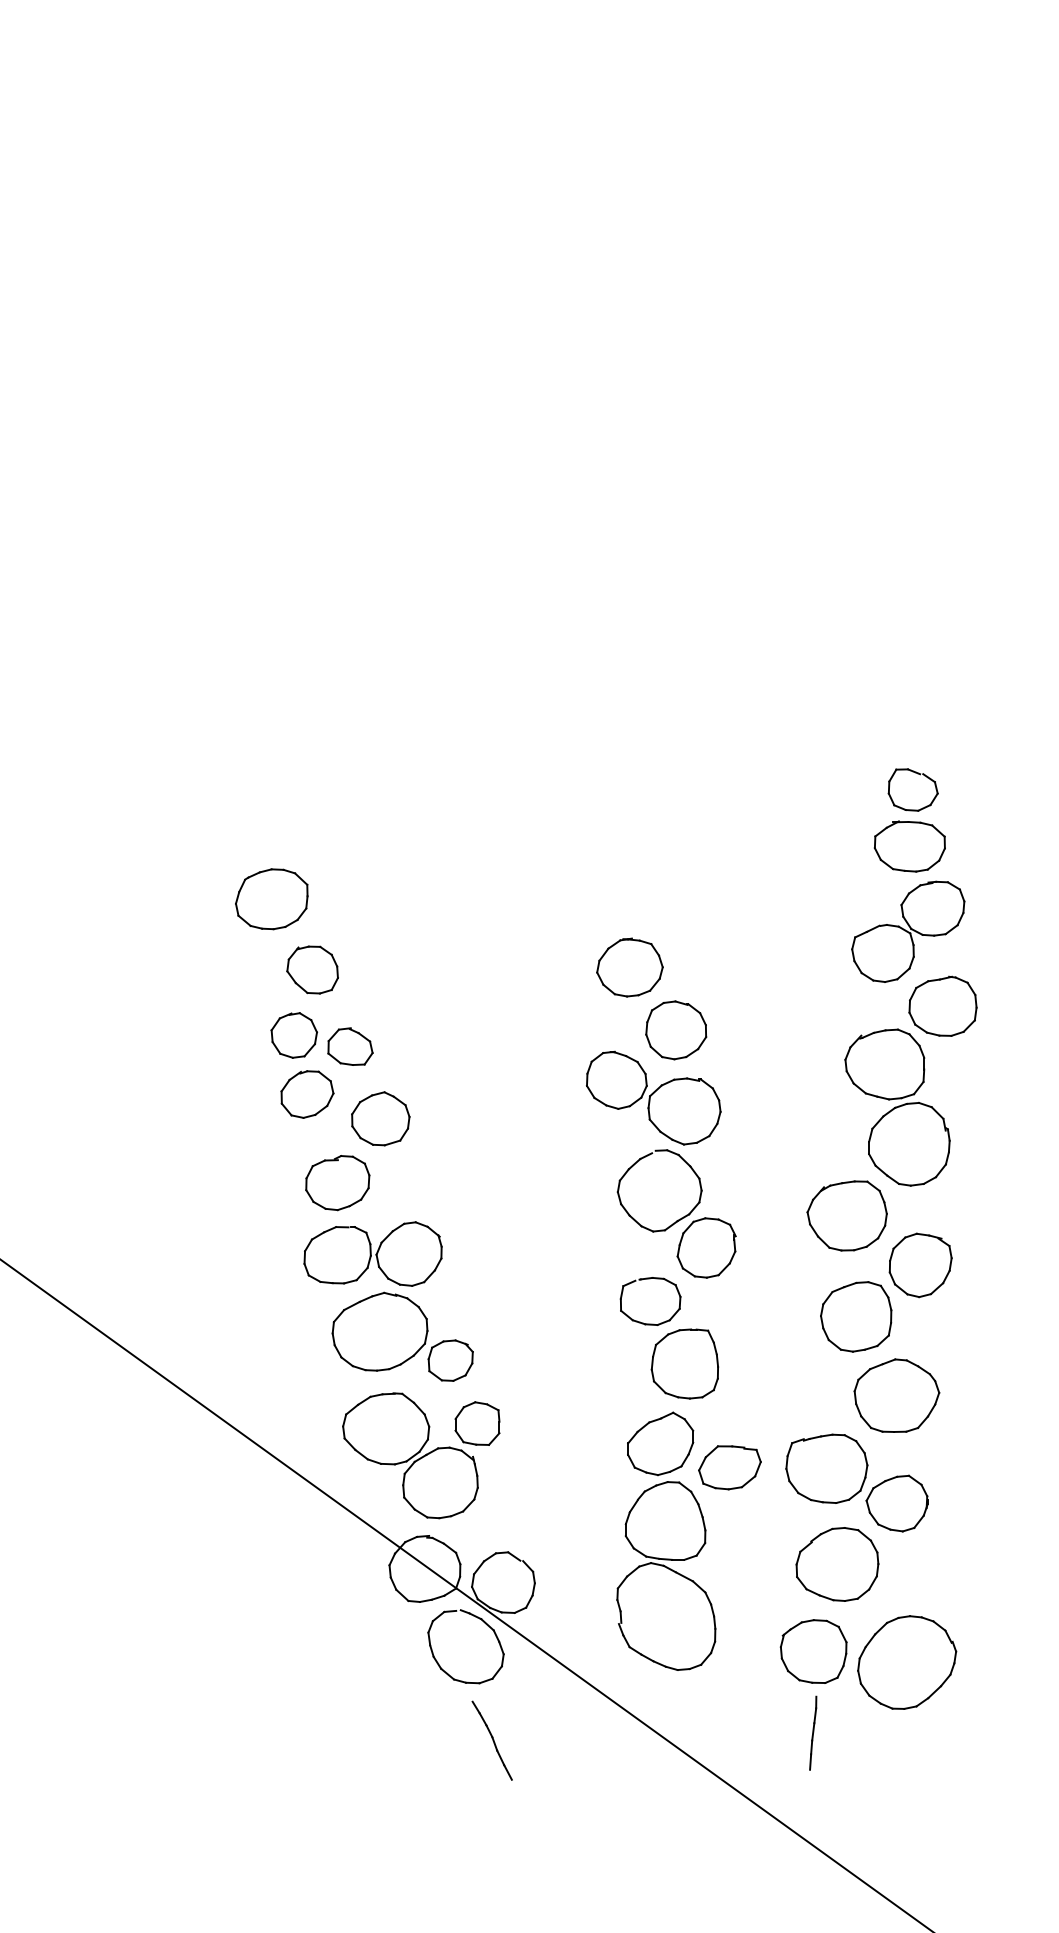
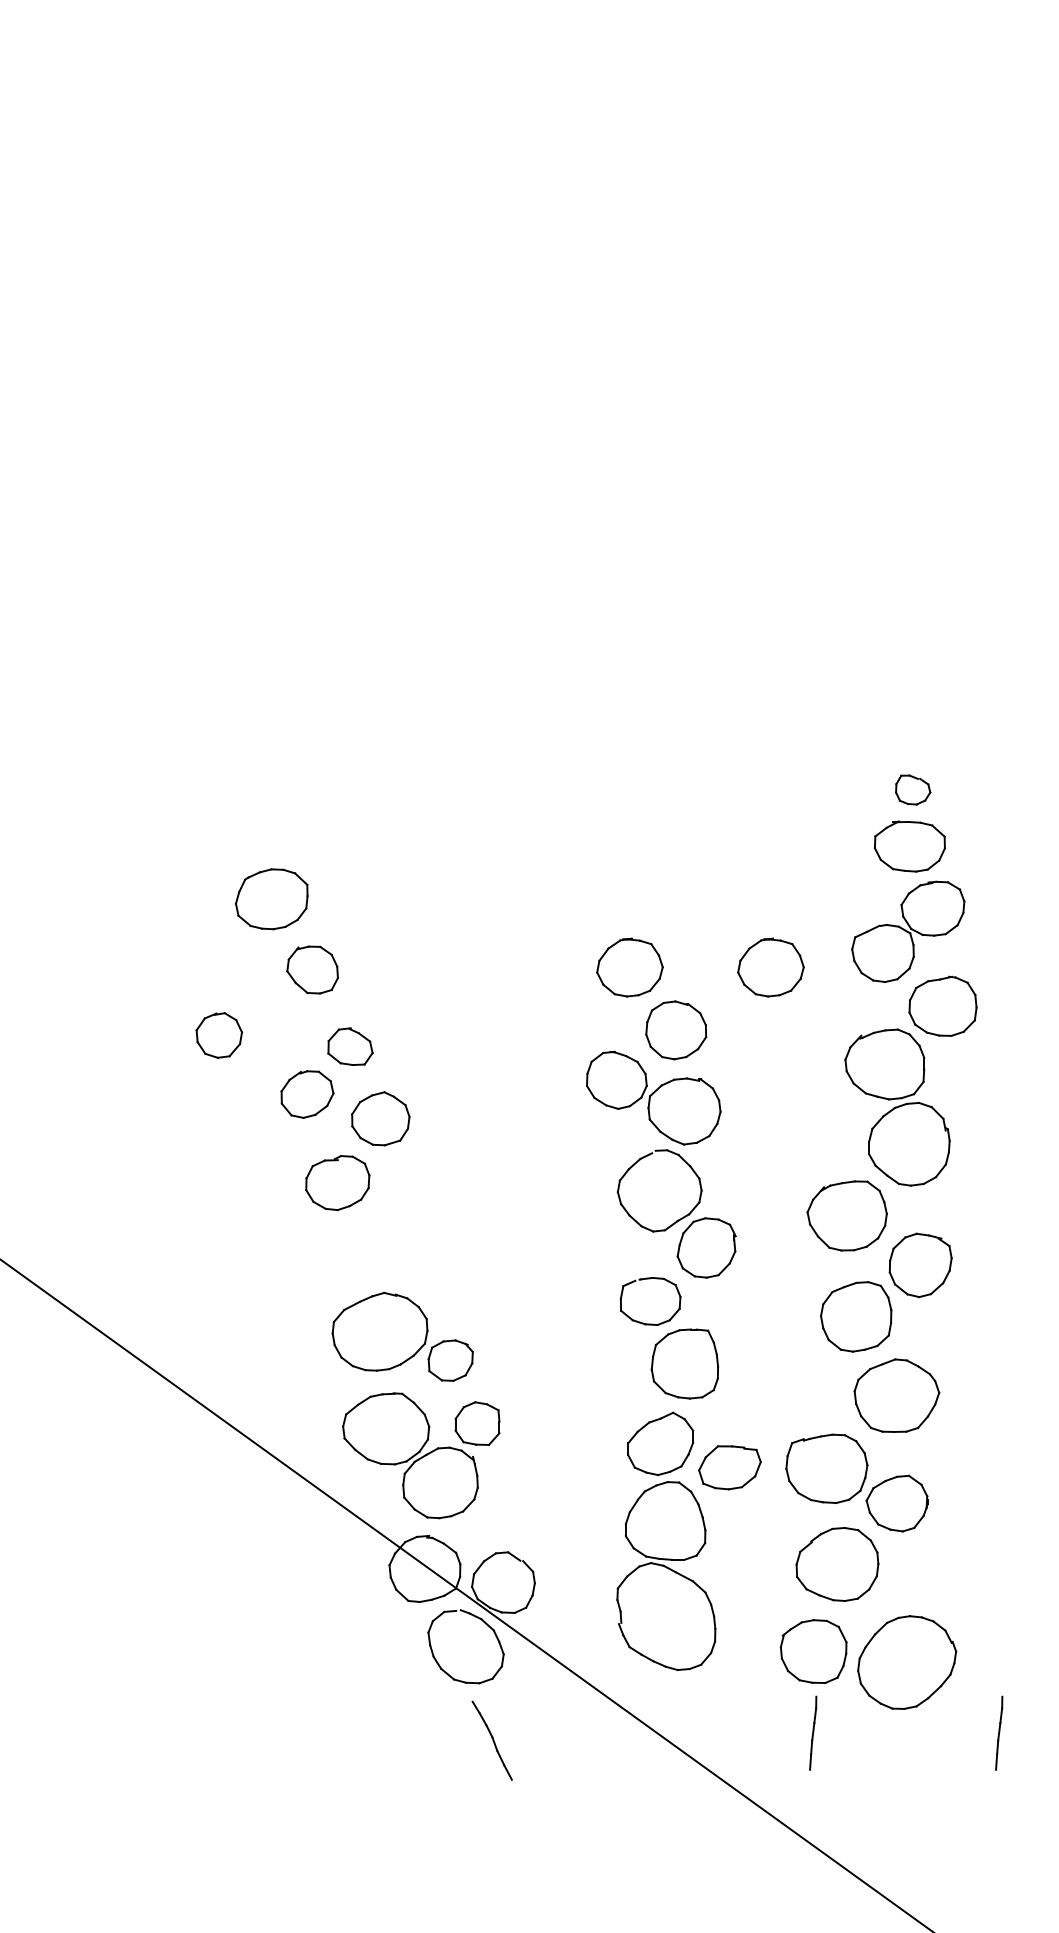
part at (912, 789) size: 52x44 px -> 37x32 px
part at (770, 967): none -> present
part at (294, 1035) position: (294, 1035) -> (219, 1035)
part at (372, 1253): present -> none
line at (999, 1732): none -> present
